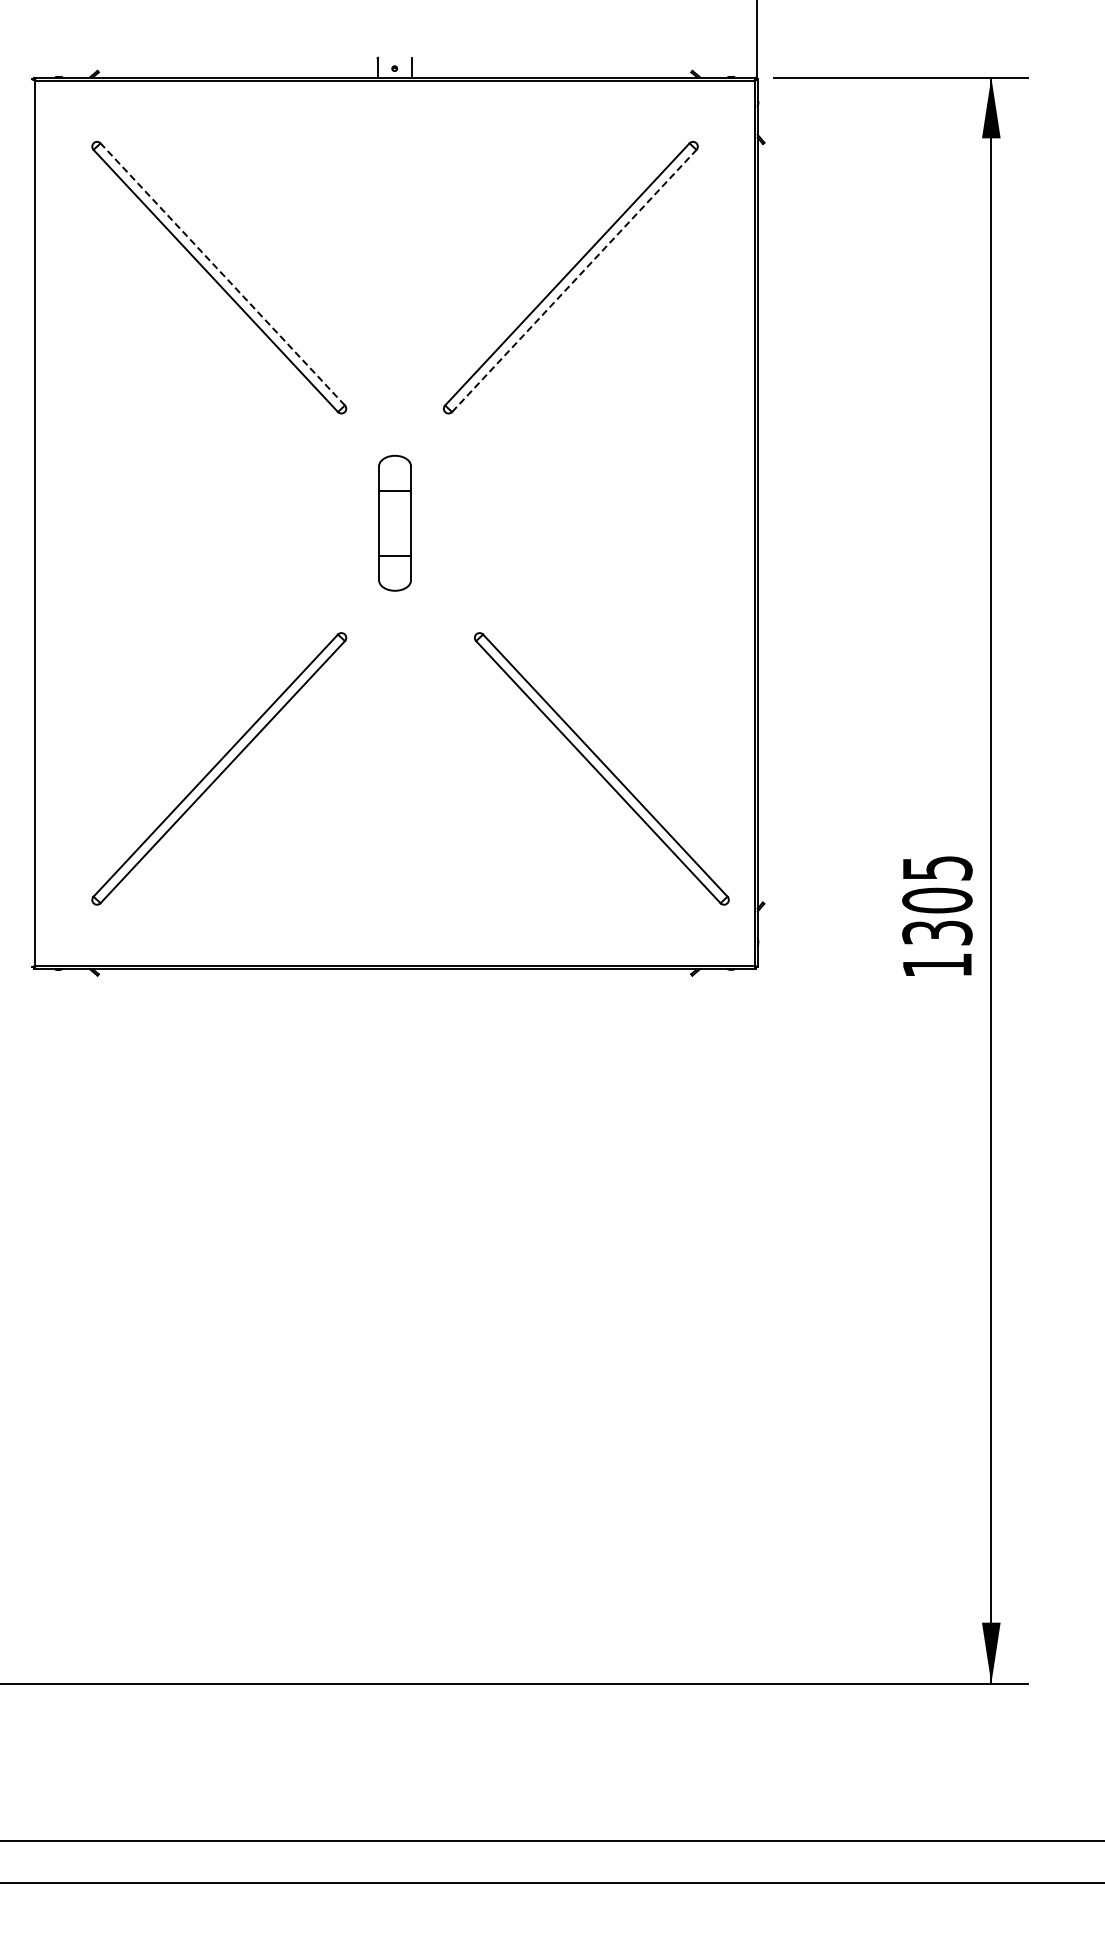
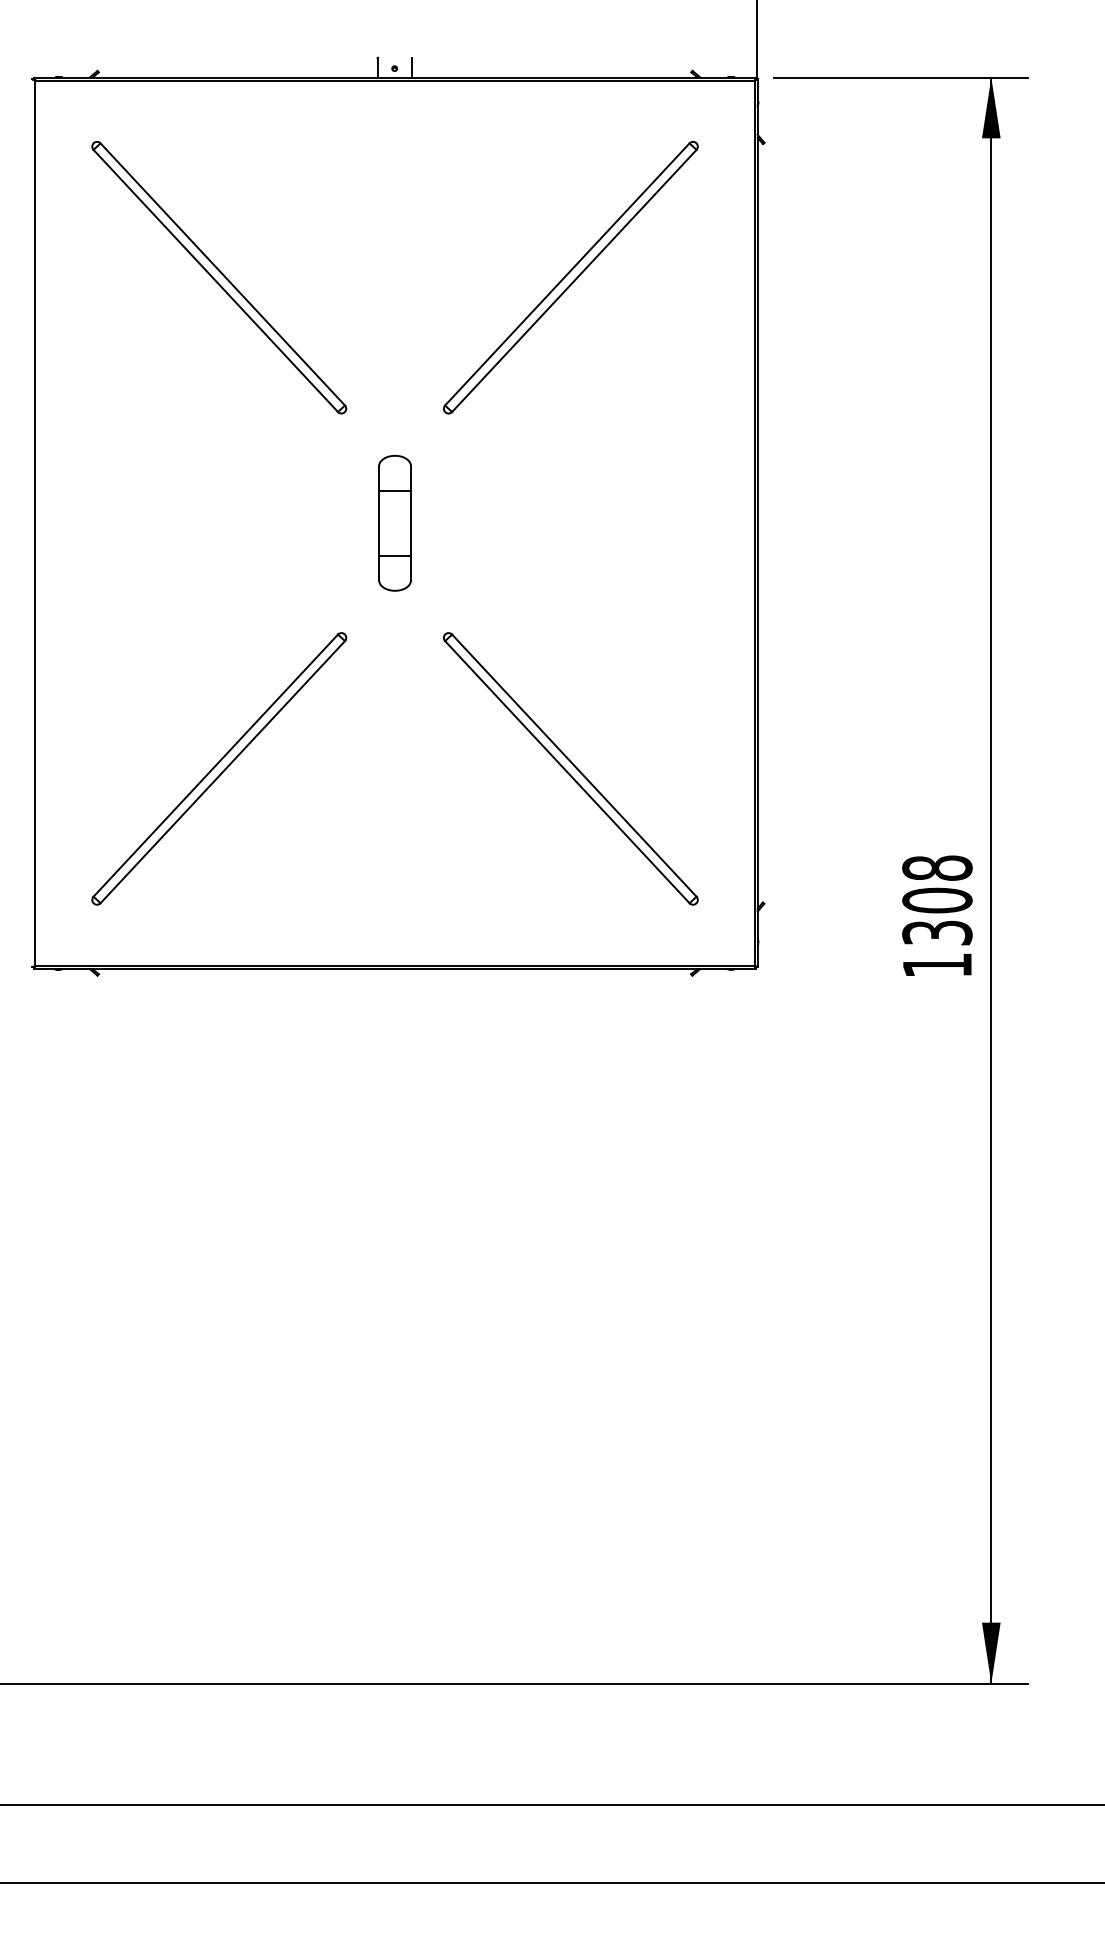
line at (222, 274): dashed -> solid
line at (574, 280): dashed -> solid
part at (601, 768) position: (601, 768) -> (570, 768)
text at (937, 867): 1305 -> 1308
line at (551, 1841) position: (551, 1841) -> (551, 1805)
